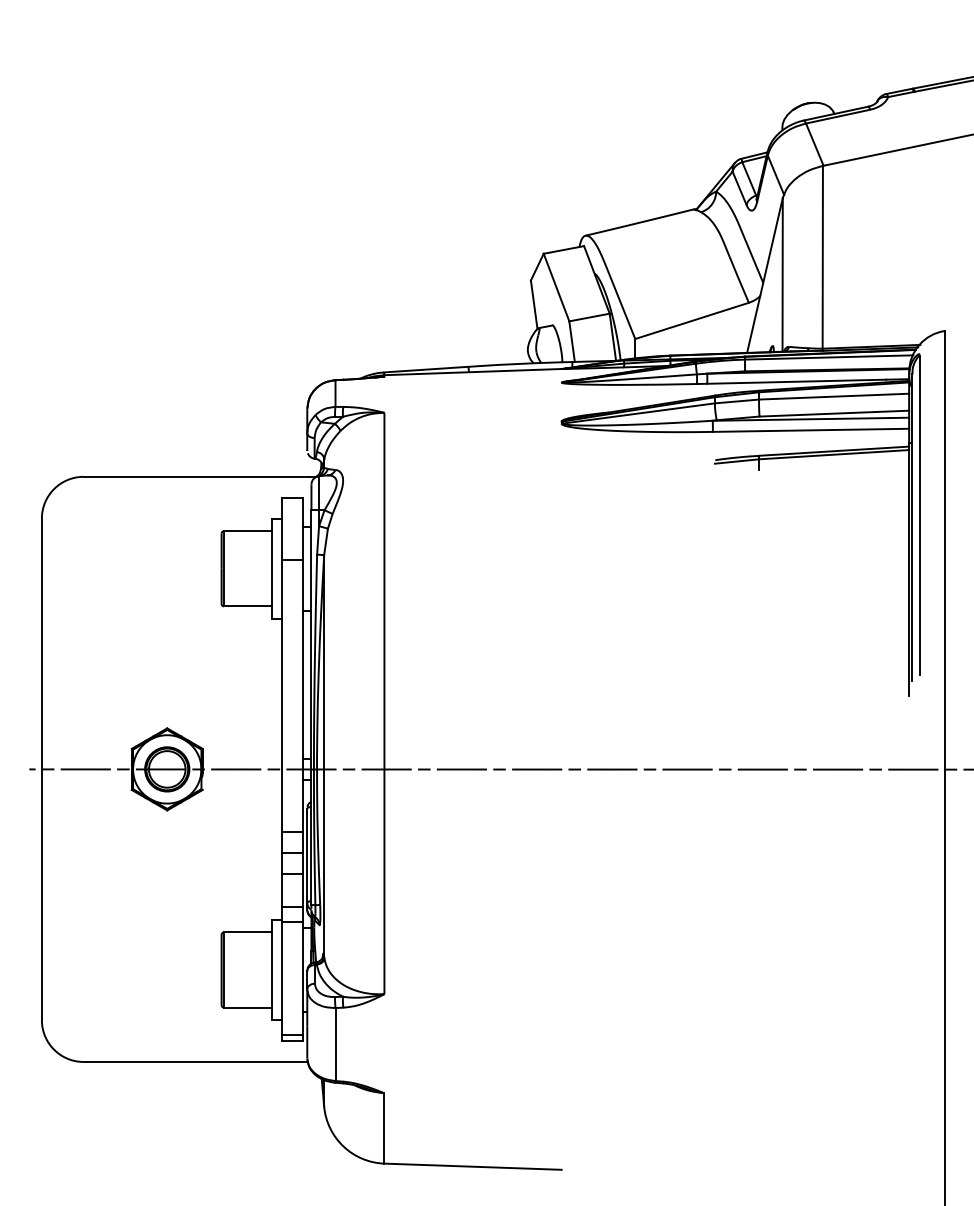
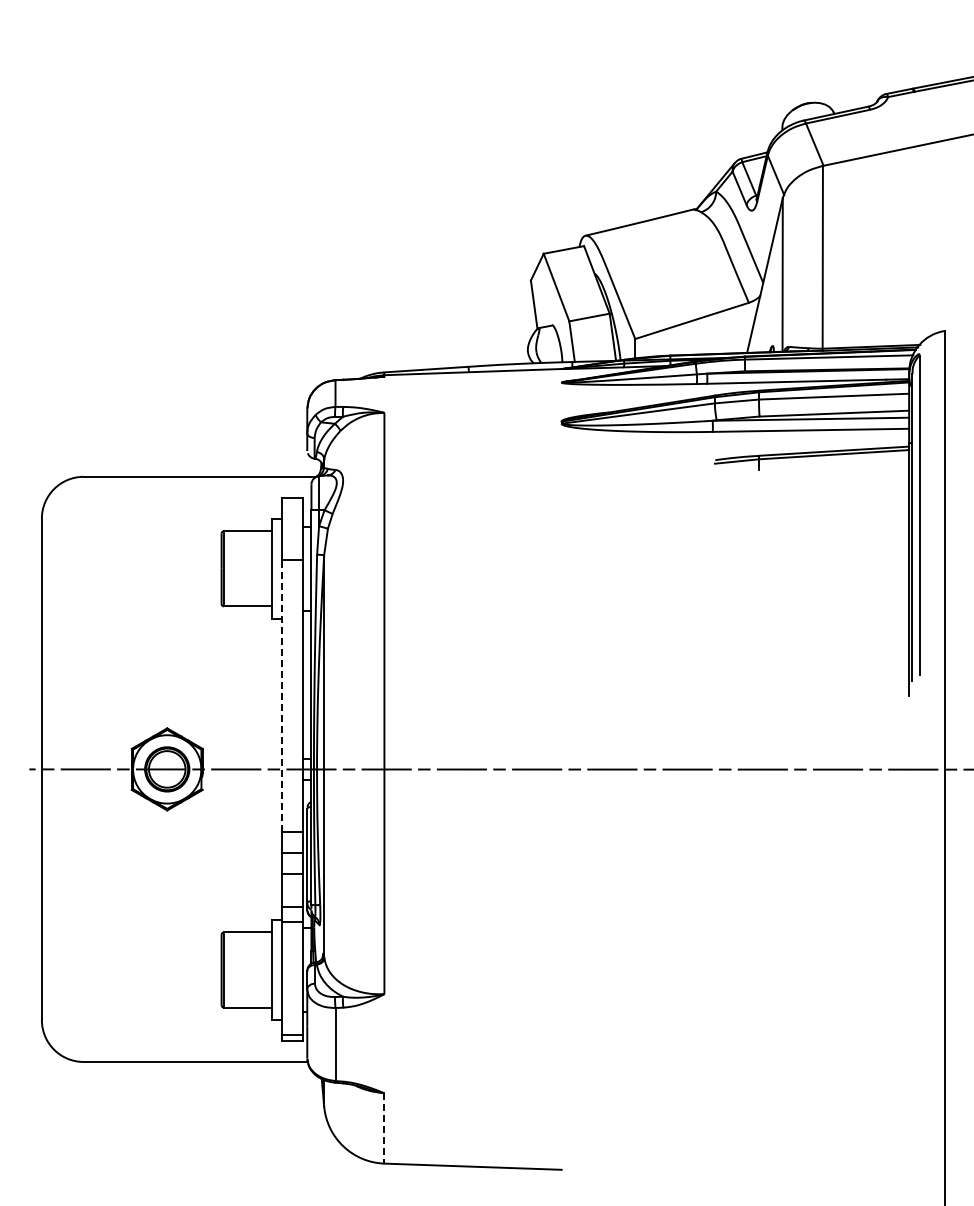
line at (282, 696): solid -> dashed
line at (384, 1128): solid -> dashed
